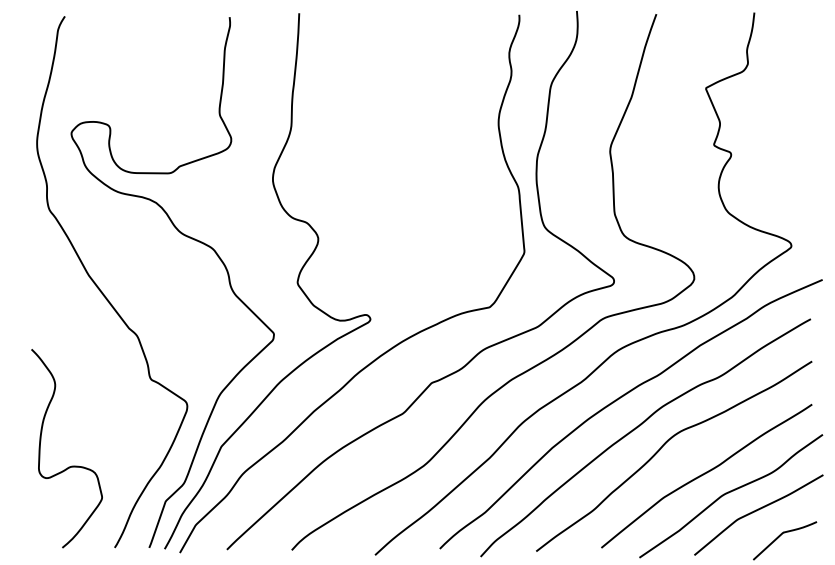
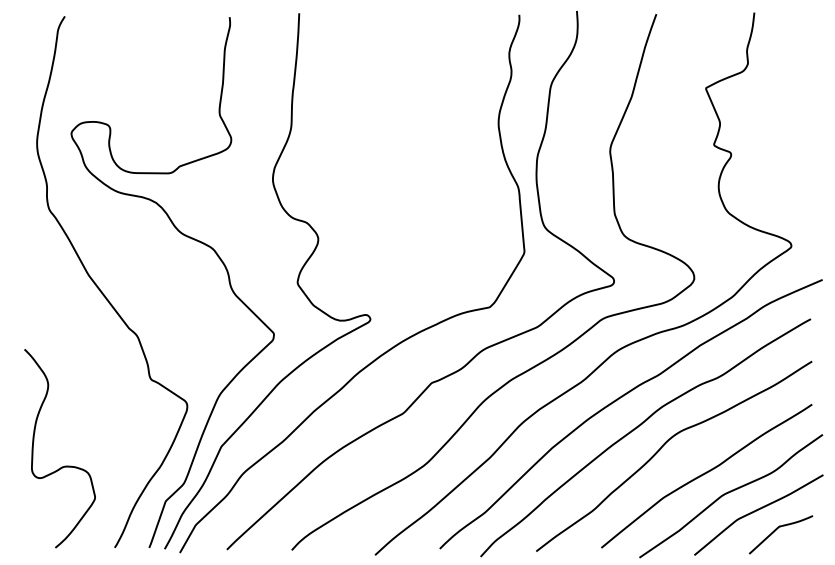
curve at (71, 465) position: (71, 465) -> (64, 465)
curve at (781, 535) position: (781, 535) -> (777, 529)
